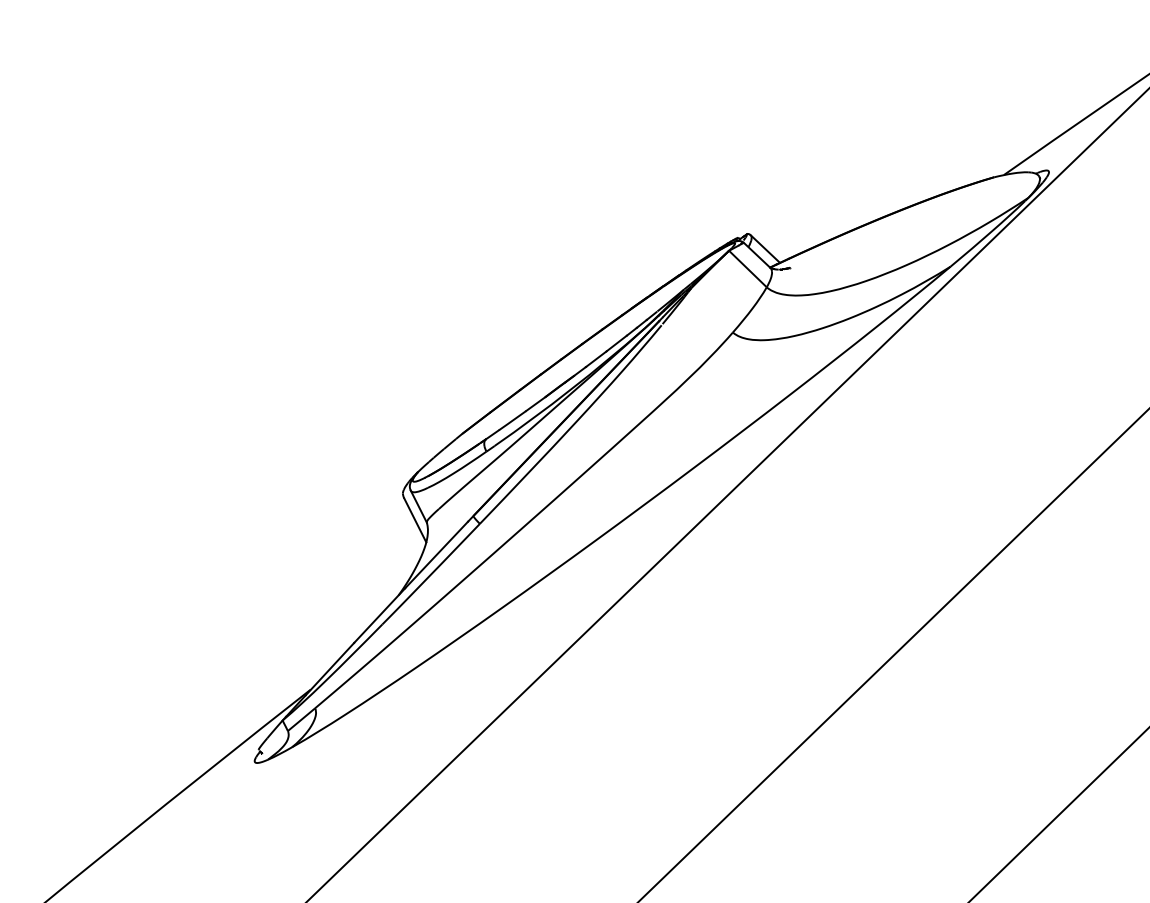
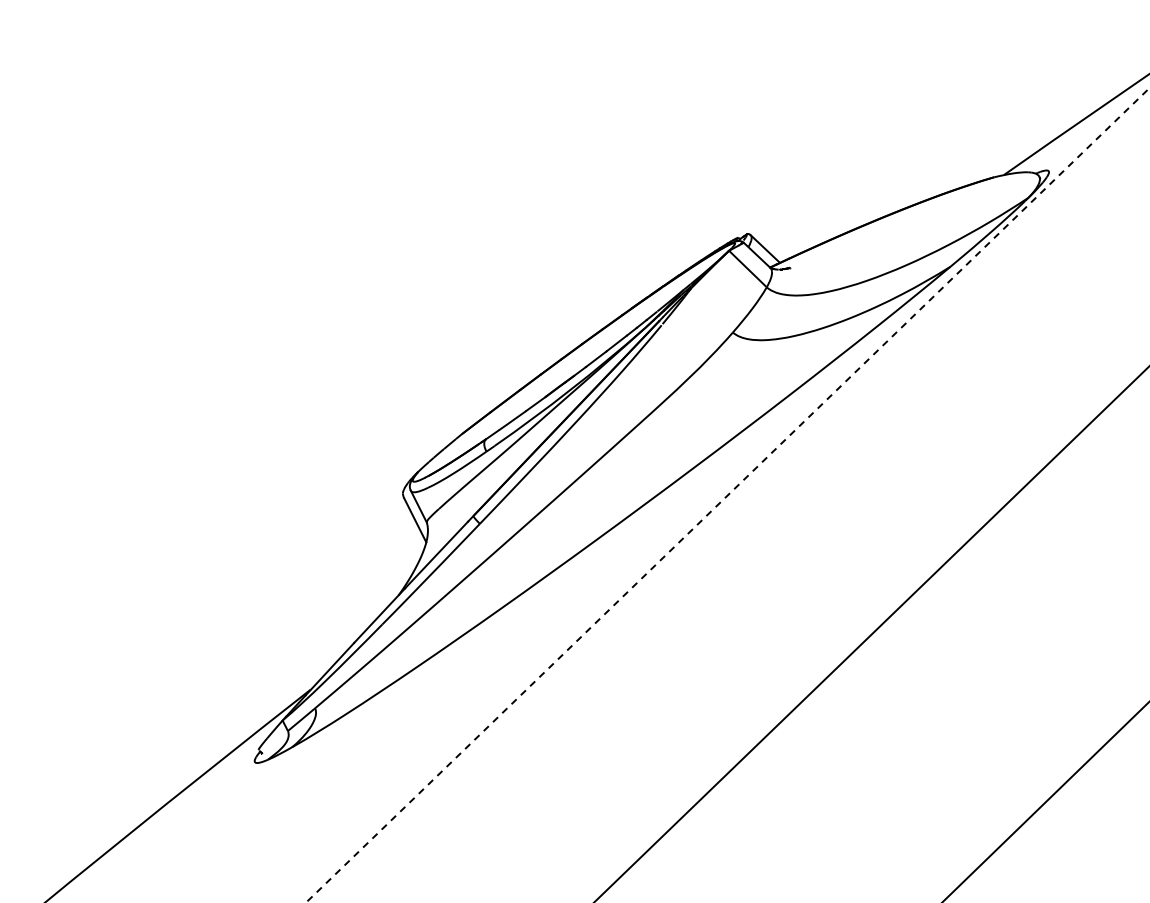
line at (728, 494): solid -> dashed
line at (893, 655) position: (893, 655) -> (871, 634)
line at (1058, 814) position: (1058, 814) -> (1045, 801)
